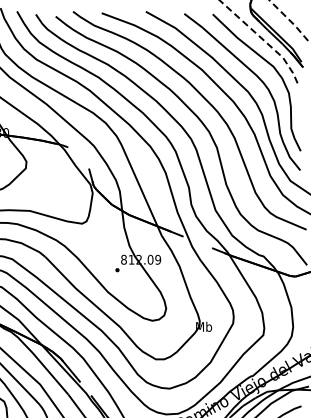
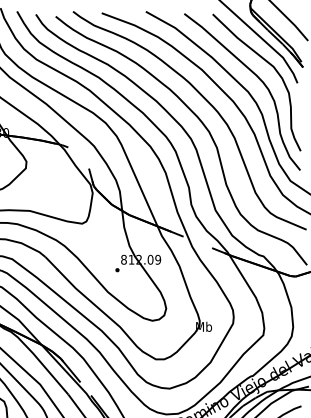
line at (289, 20): dashed -> solid
line at (263, 39): dashed -> solid
